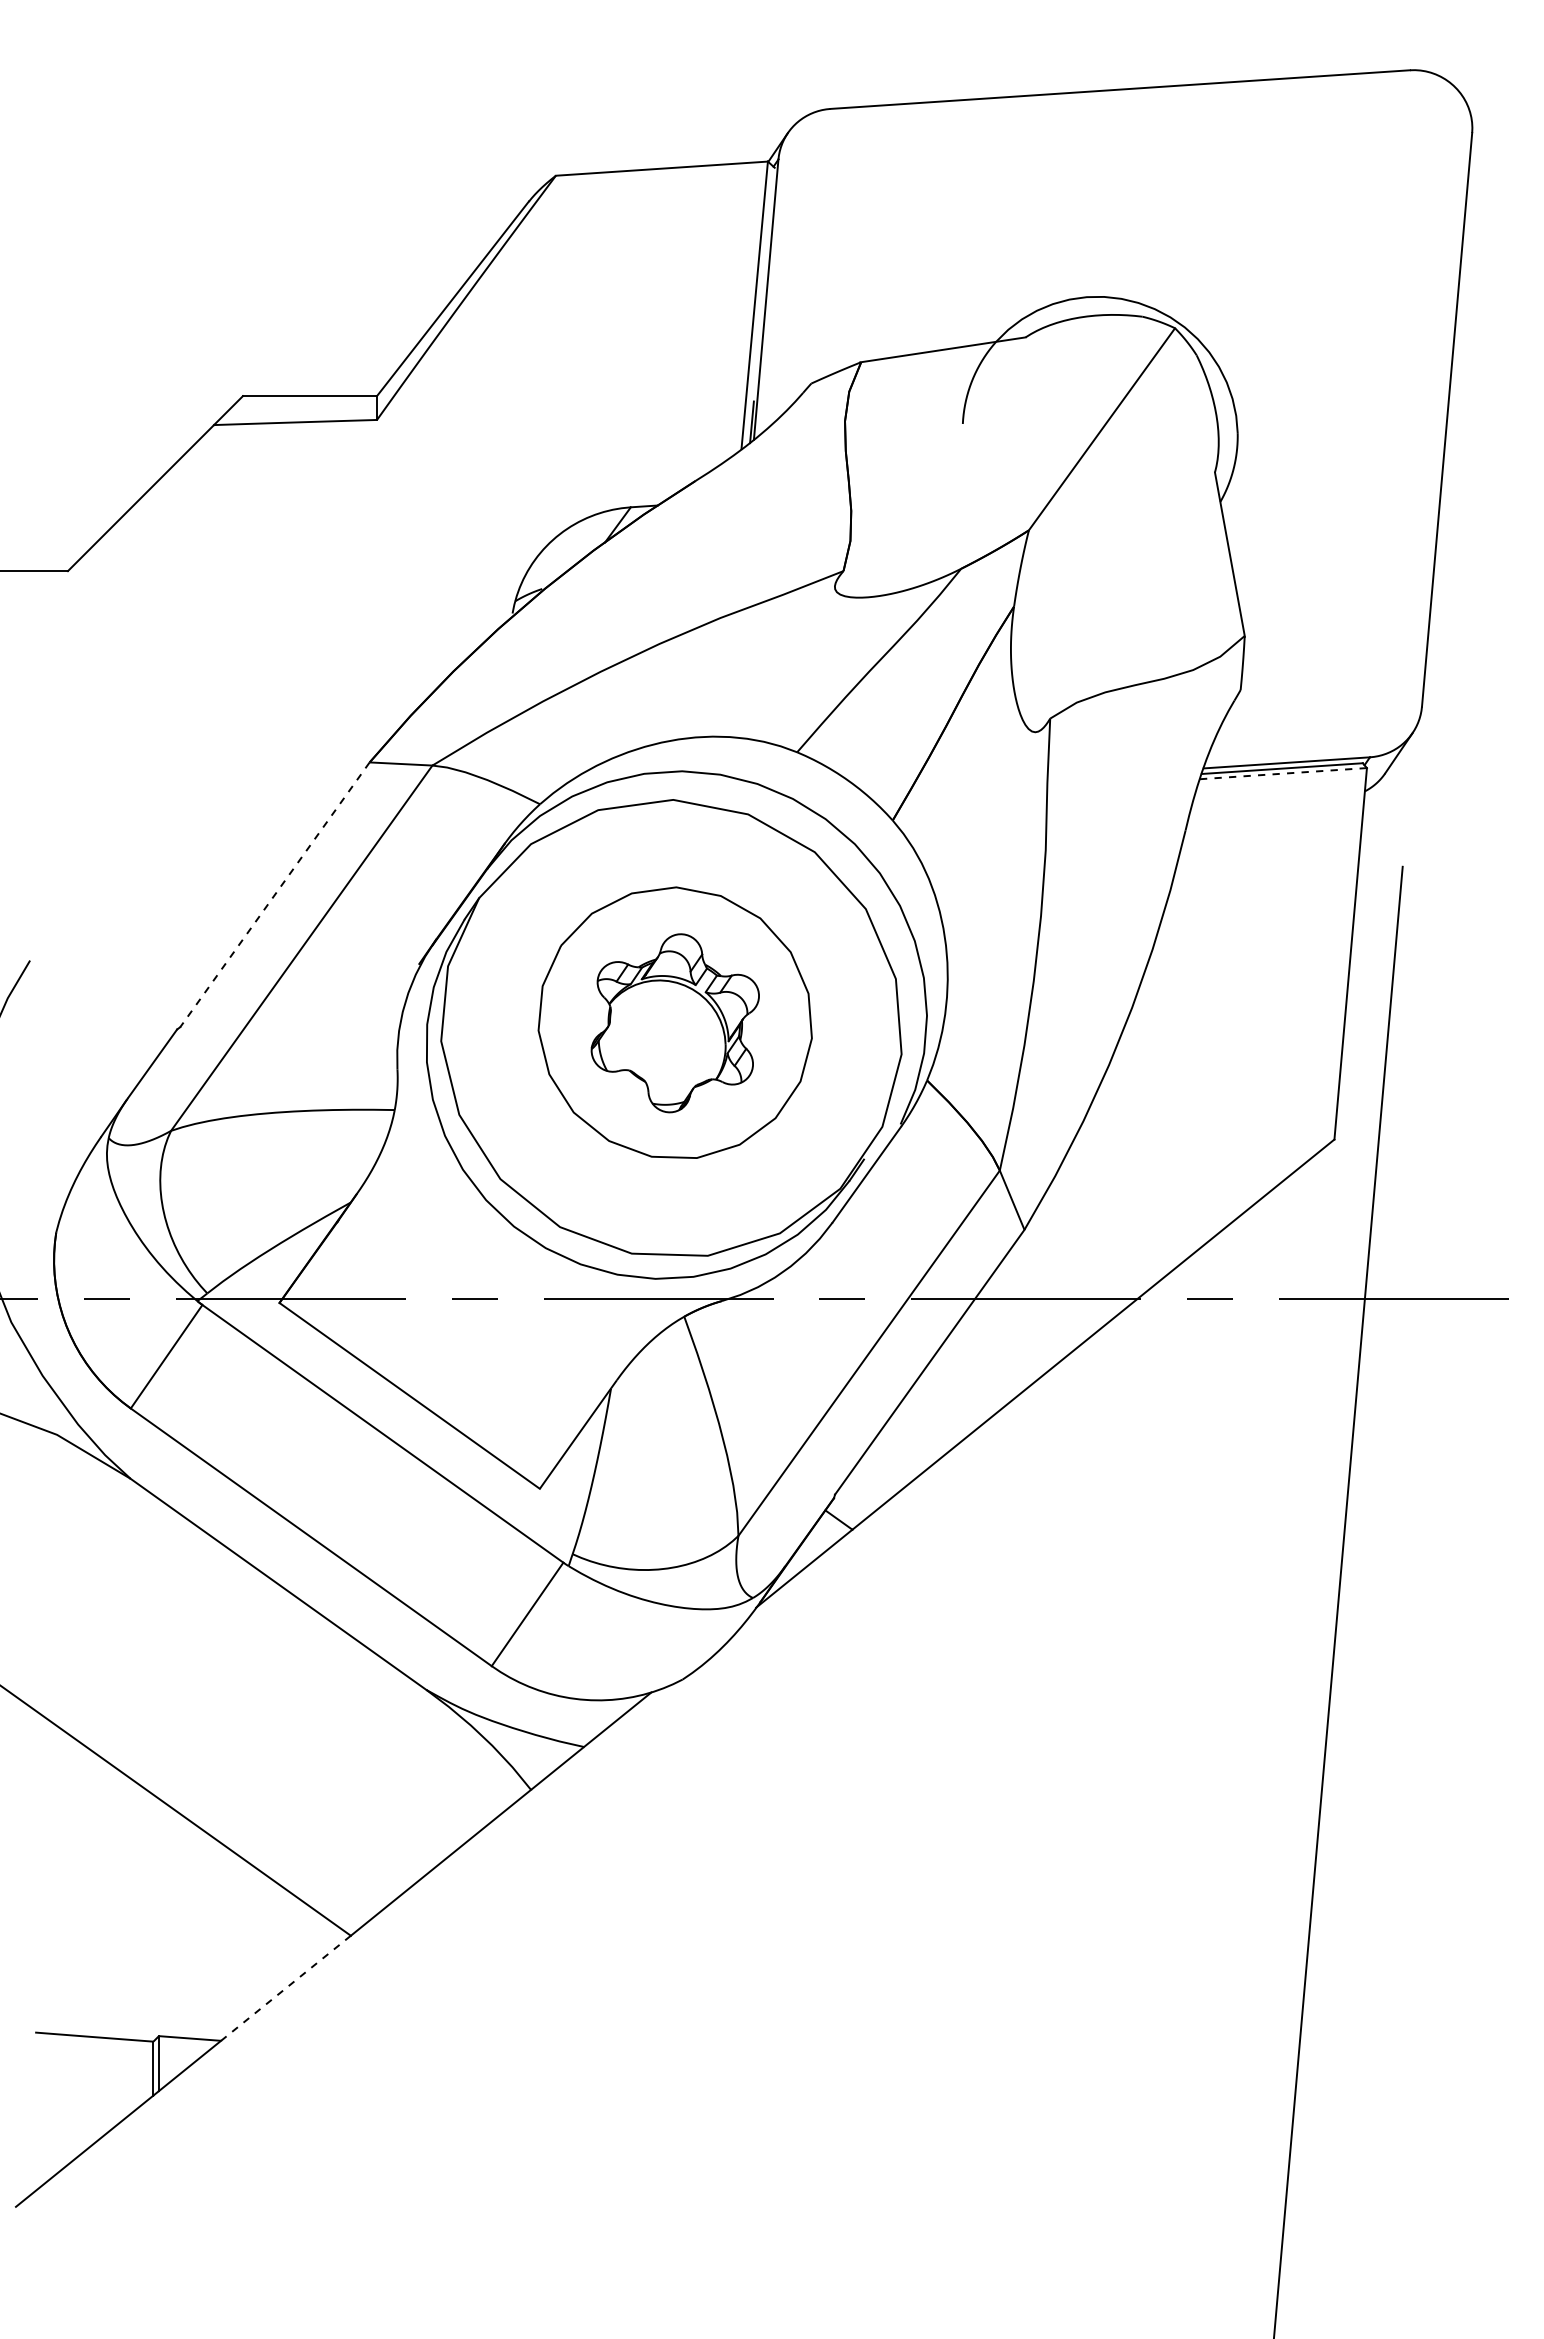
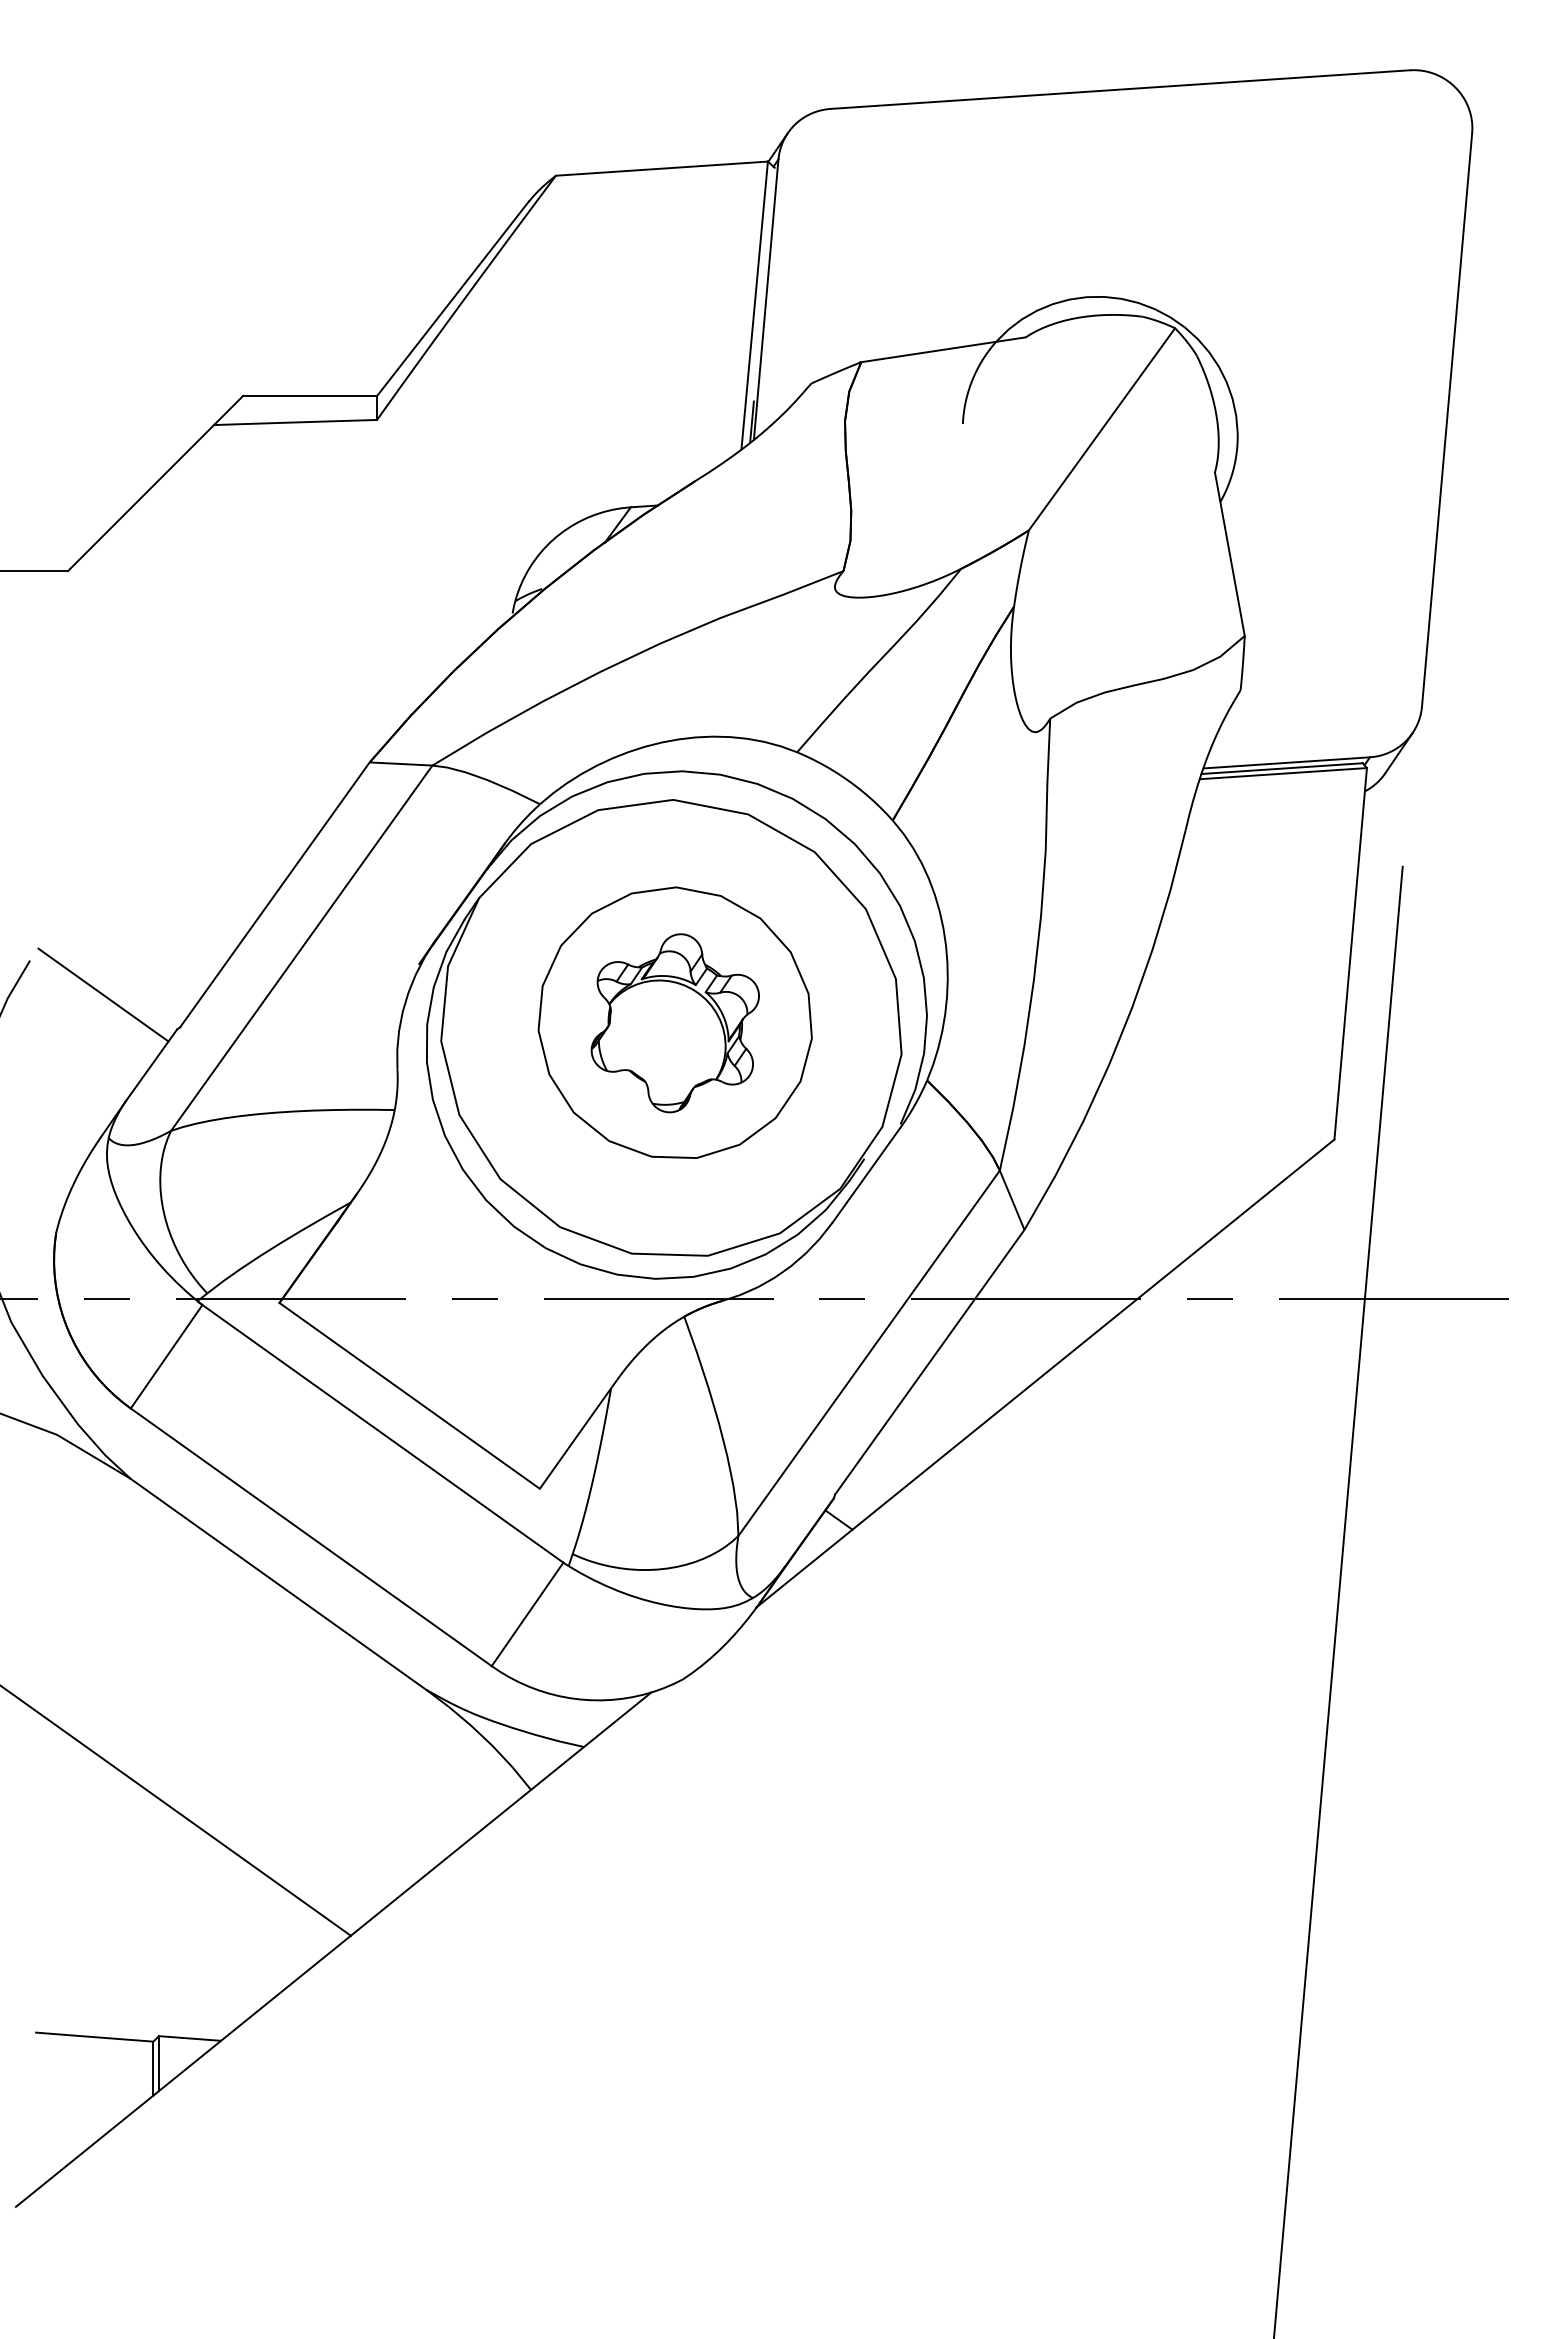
line at (1283, 773): dashed -> solid
line at (274, 894): dashed -> solid
line at (103, 994): none -> present
line at (285, 1988): dashed -> solid
